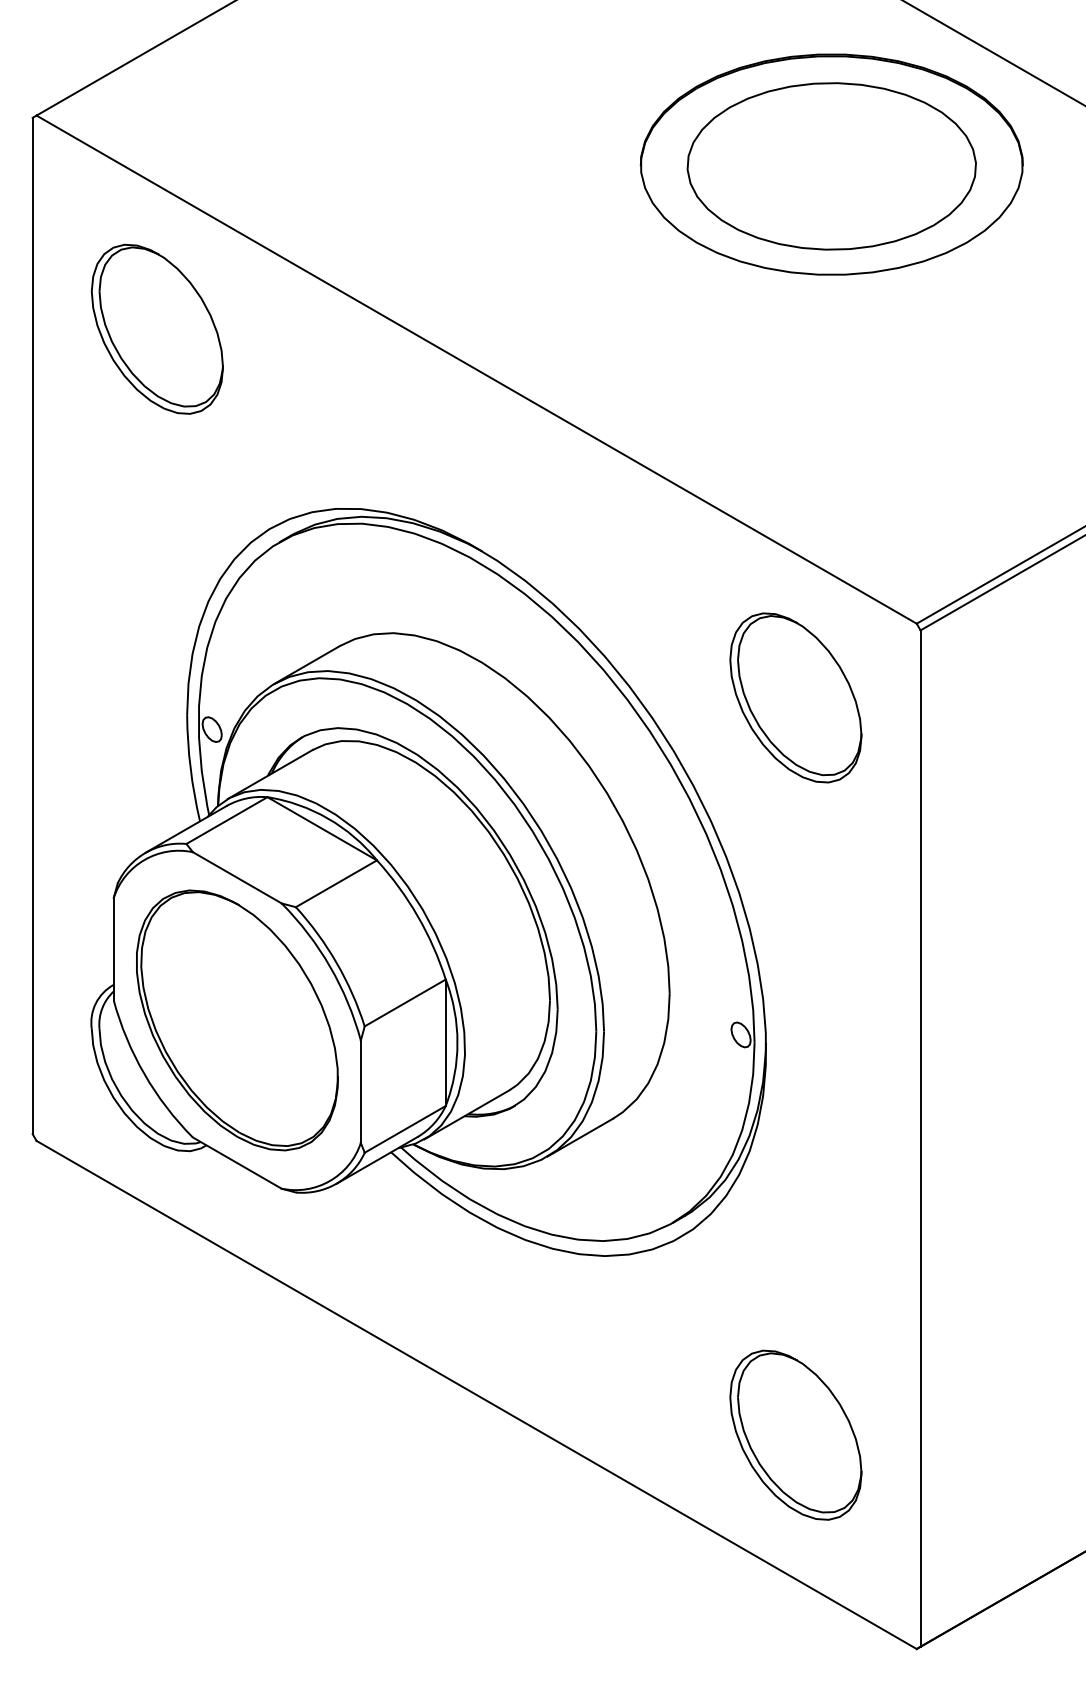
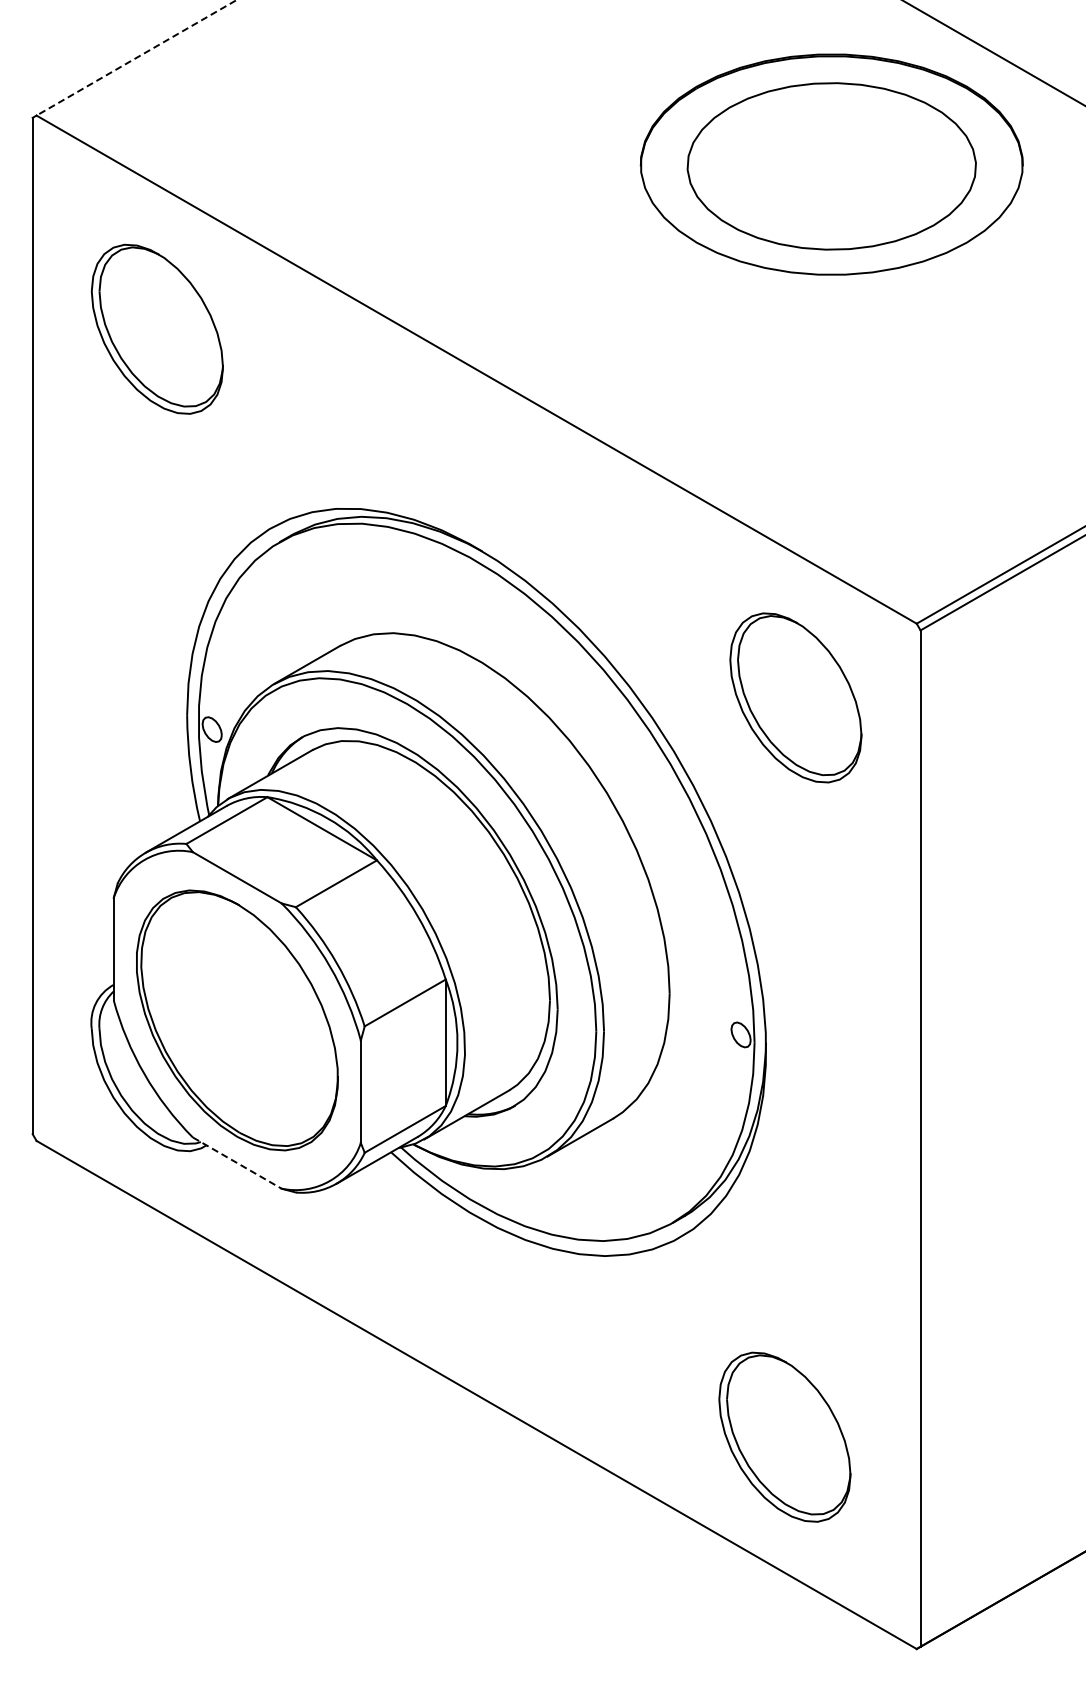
line at (136, 58): solid -> dashed
line at (237, 1163): solid -> dashed
part at (795, 1434) position: (795, 1434) -> (784, 1436)
